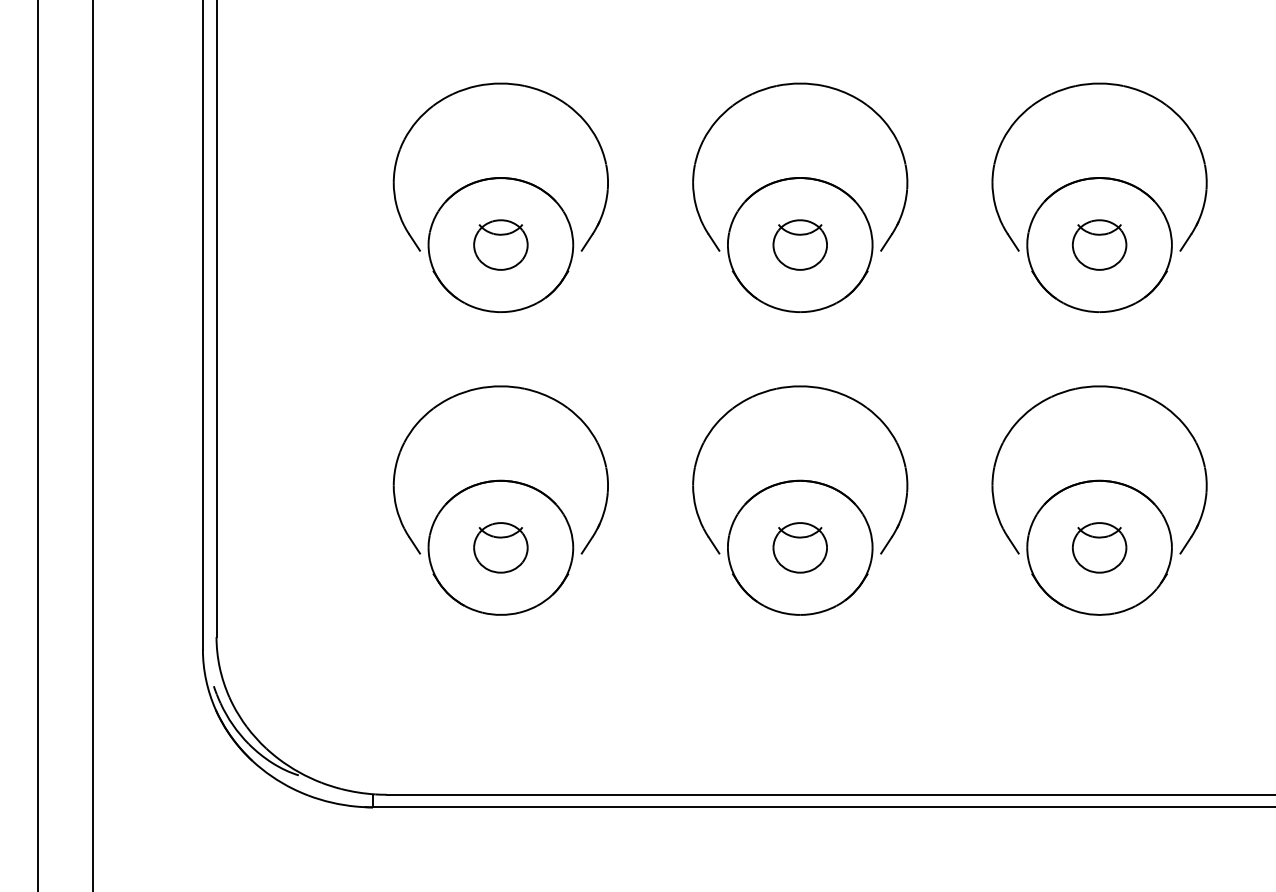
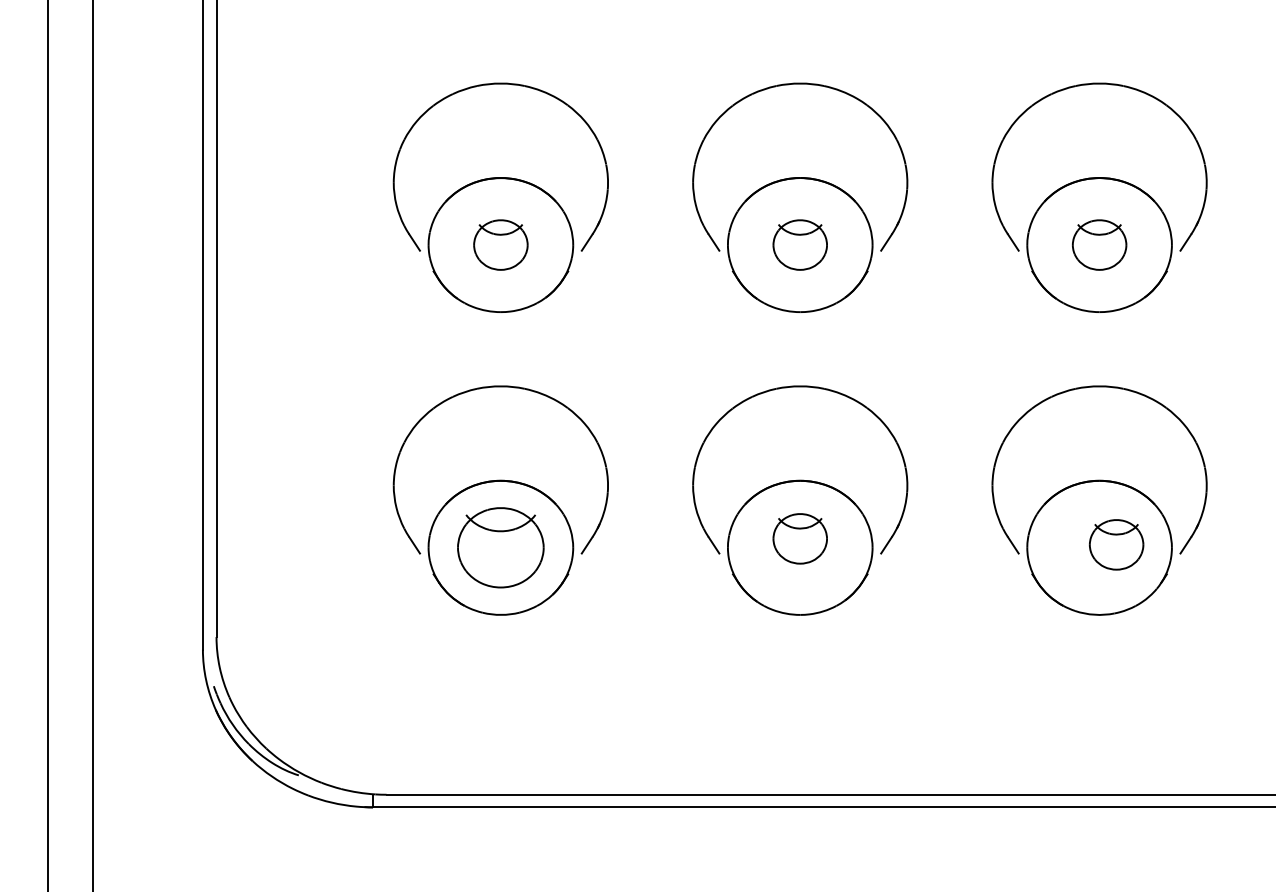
line at (38, 445) position: (38, 445) -> (48, 445)
part at (500, 547) size: 56x52 px -> 88x82 px
part at (799, 547) position: (799, 547) -> (799, 538)
part at (1099, 547) position: (1099, 547) -> (1116, 544)
